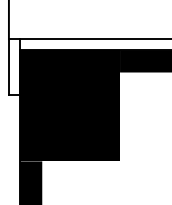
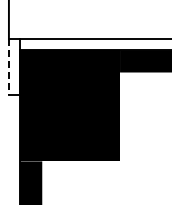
line at (8, 66): solid -> dashed
